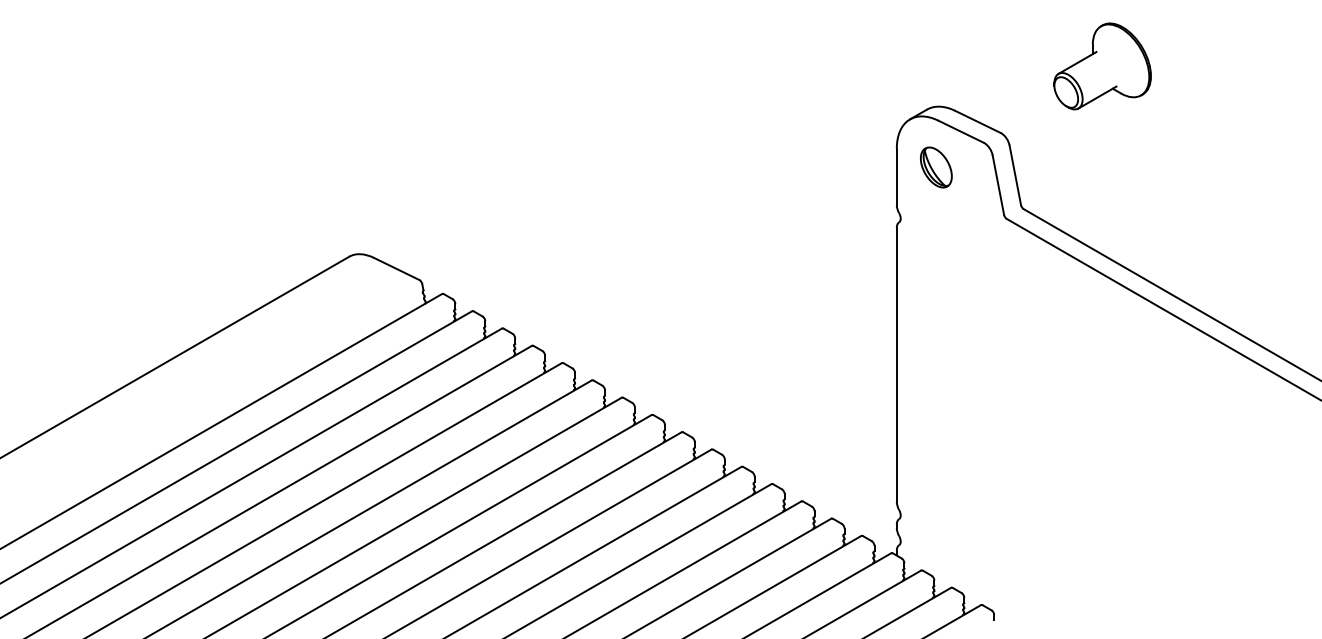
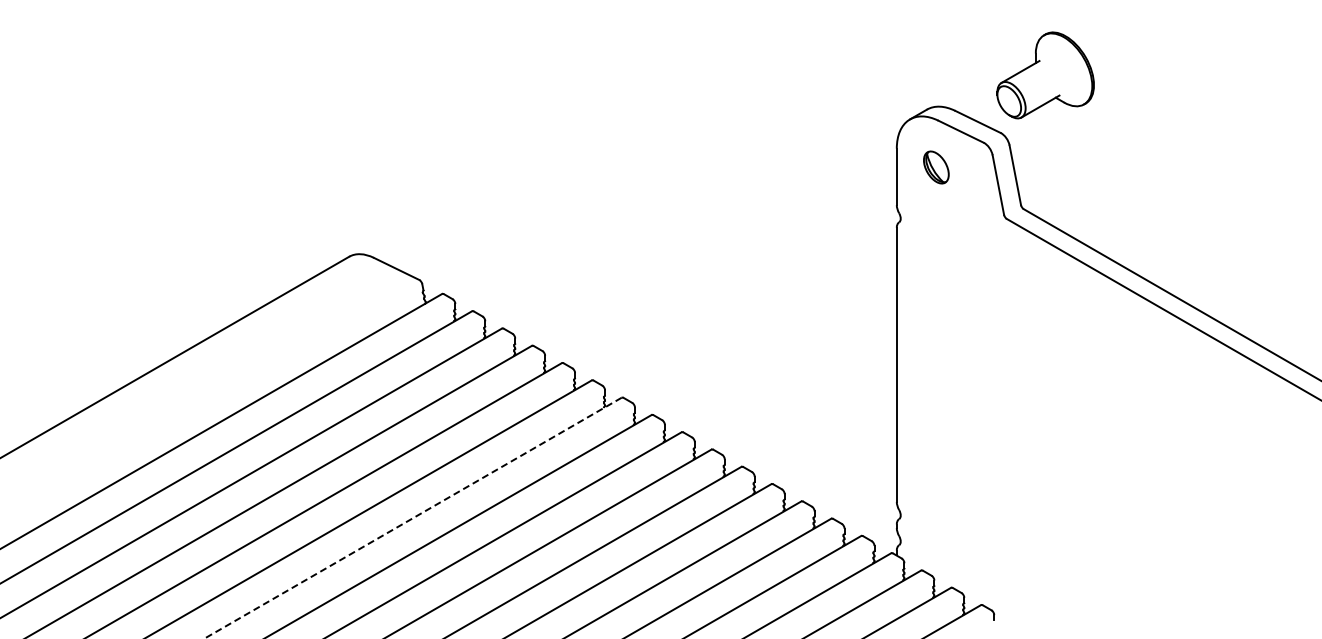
part at (1102, 66) position: (1102, 66) -> (1045, 75)
part at (936, 167) size: 33x43 px -> 27x35 px
line at (413, 518): solid -> dashed
